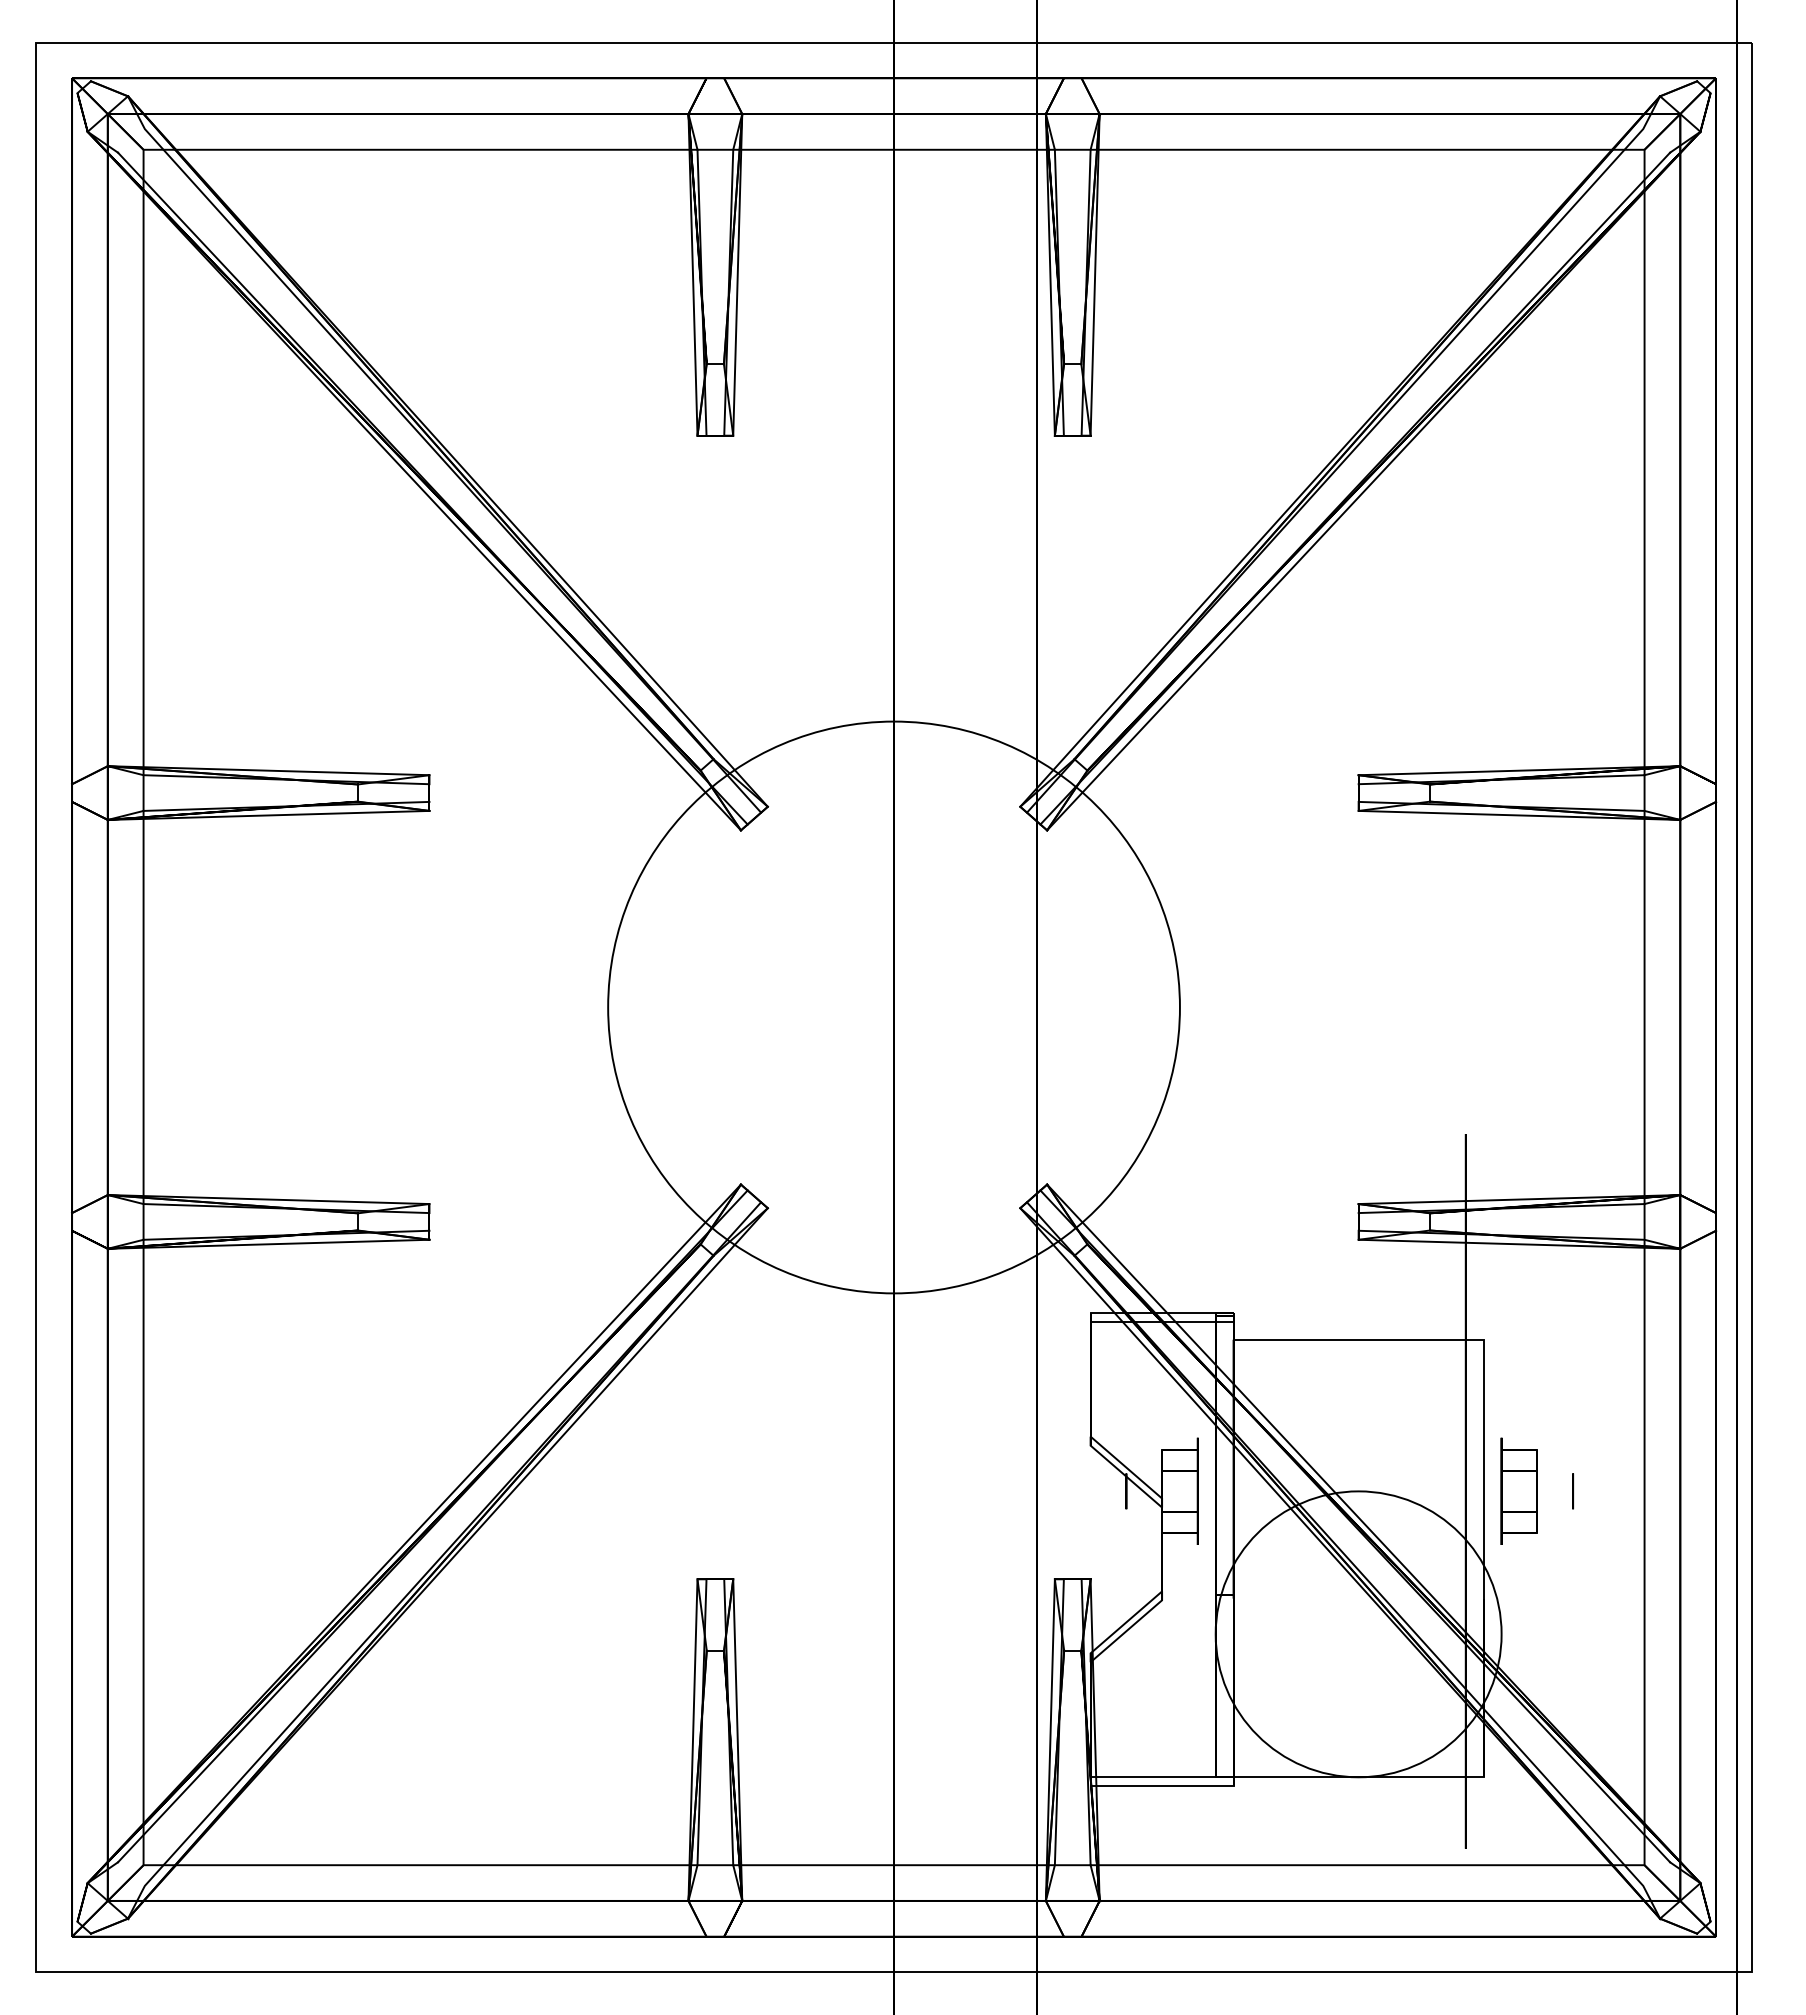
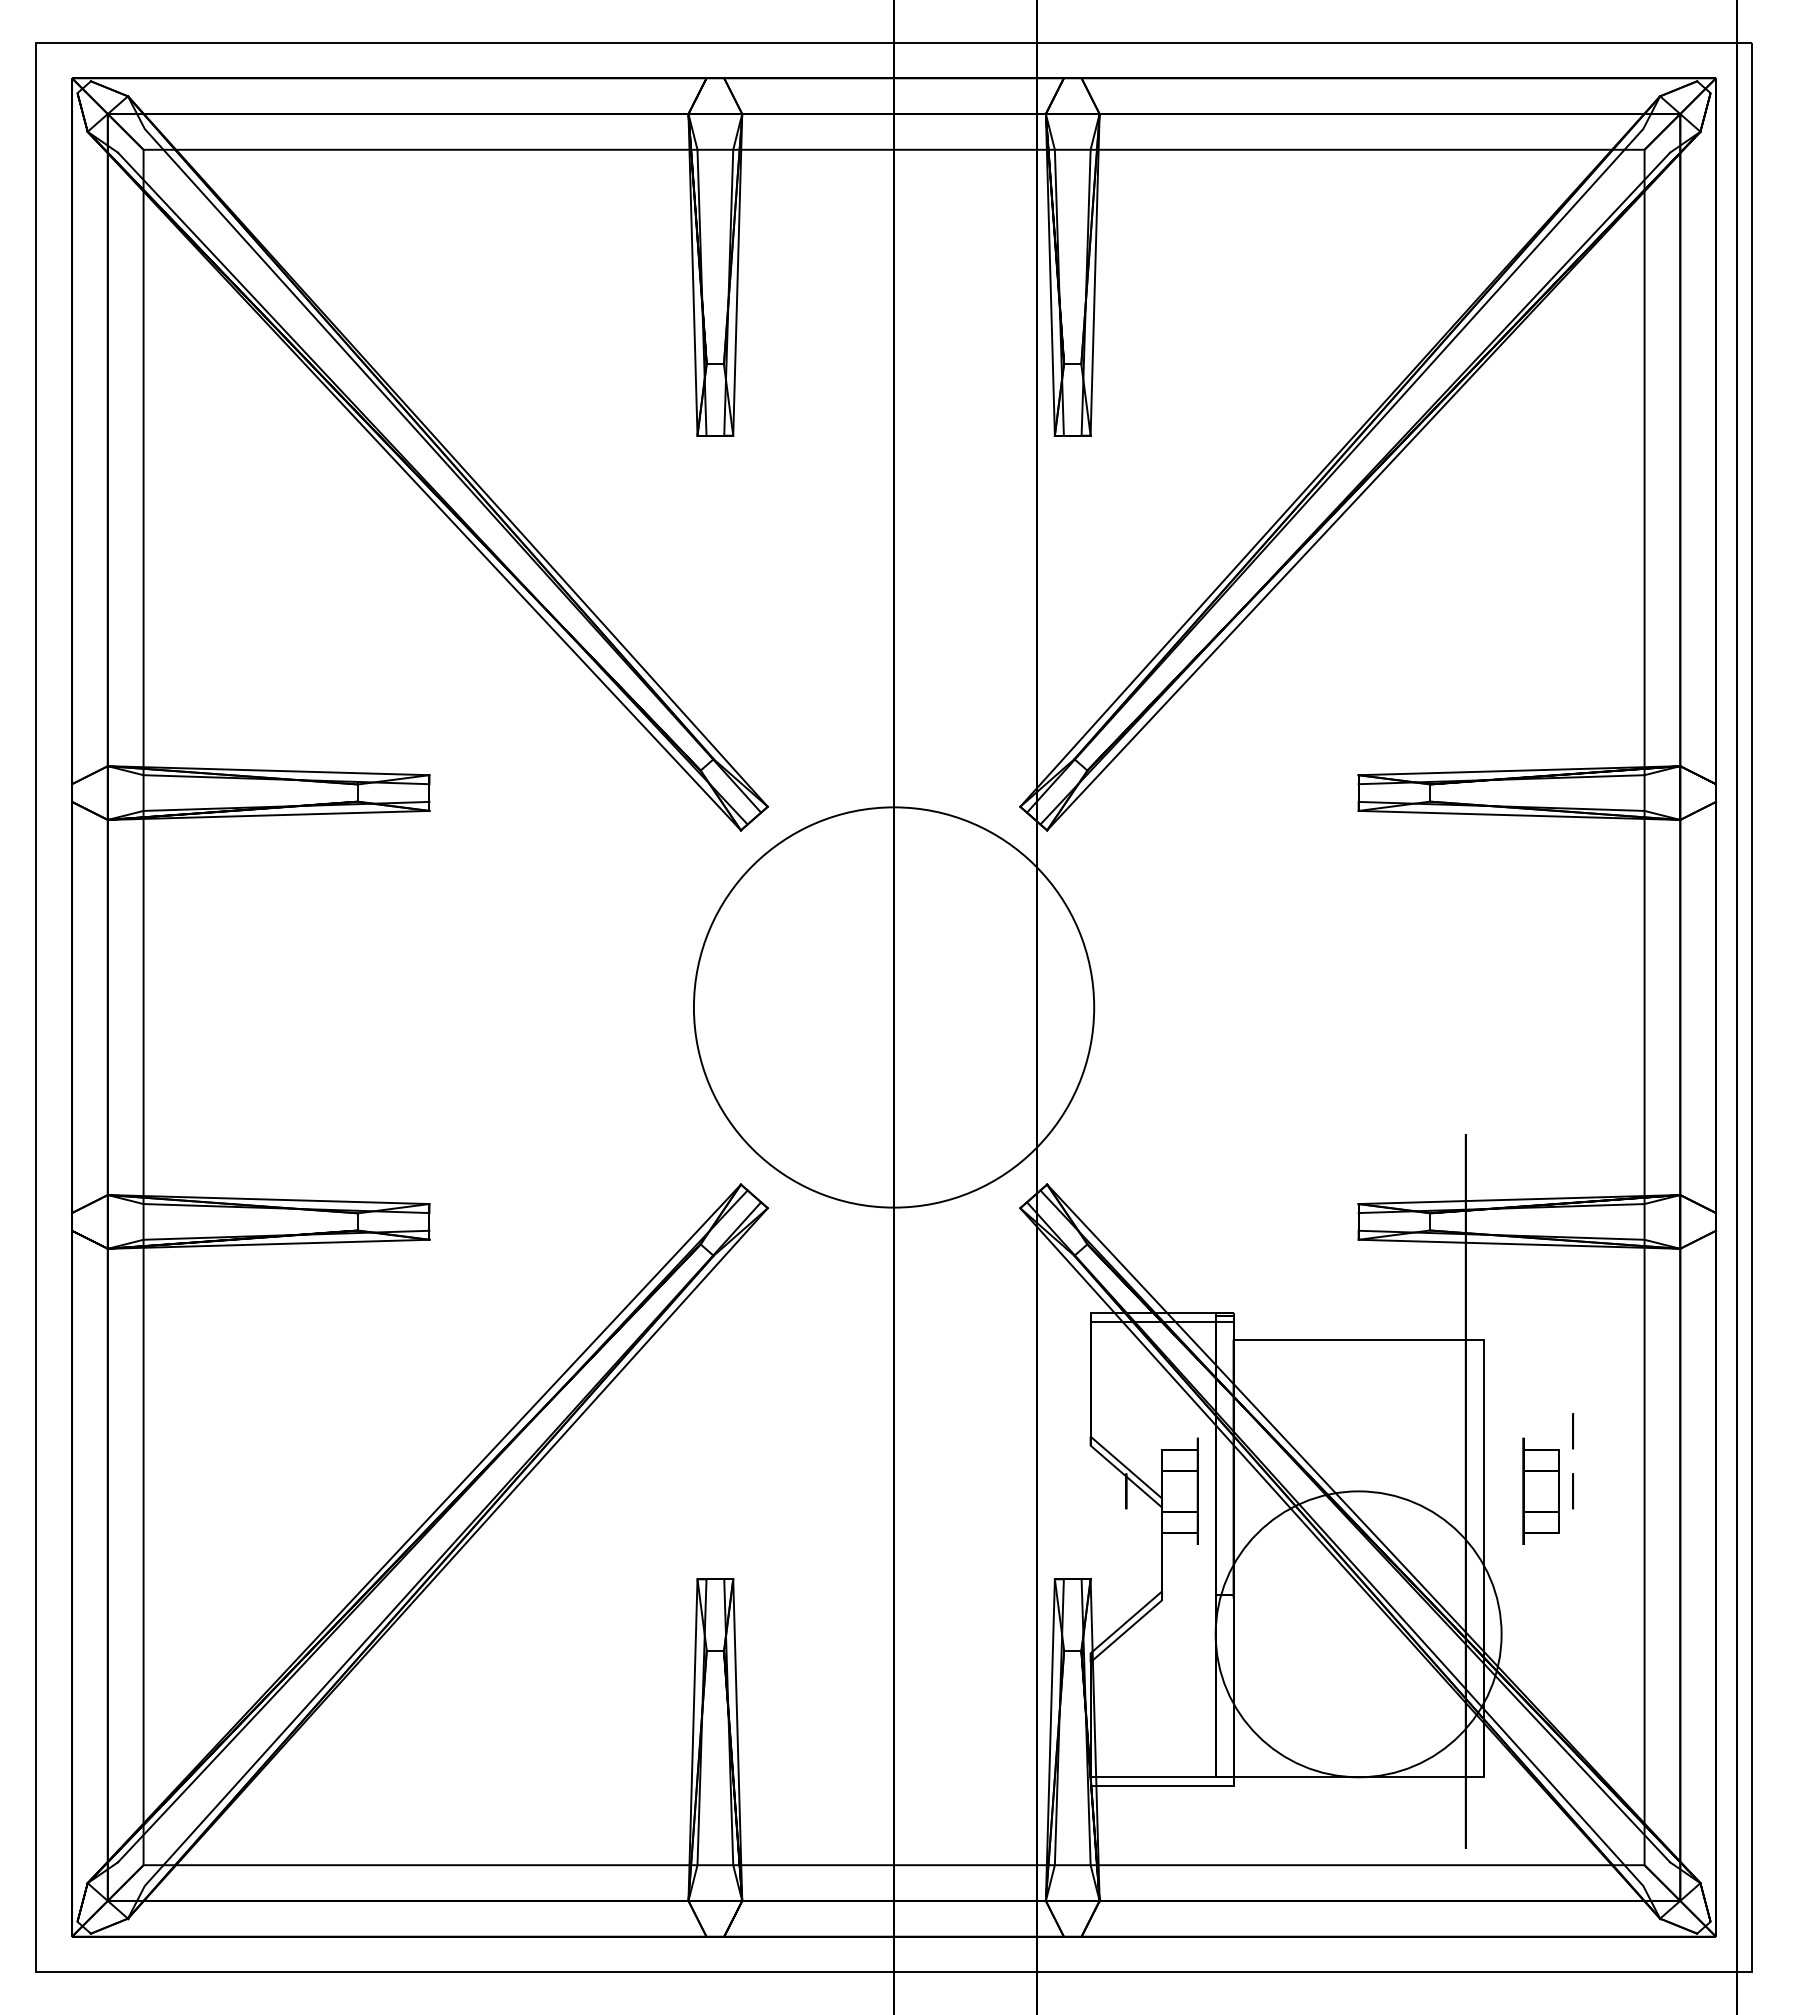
circle at (893, 1007) diameter: 572 px -> 400 px
circle at (1572, 1431): none -> present
part at (1518, 1490) position: (1518, 1490) -> (1540, 1490)
